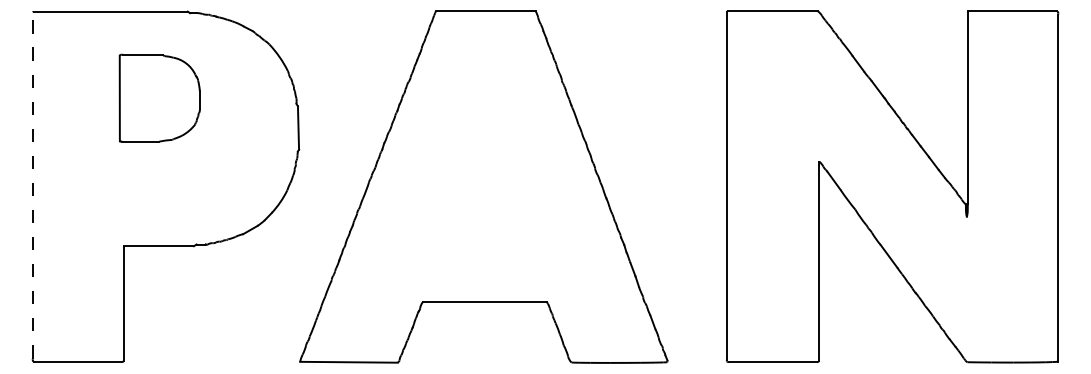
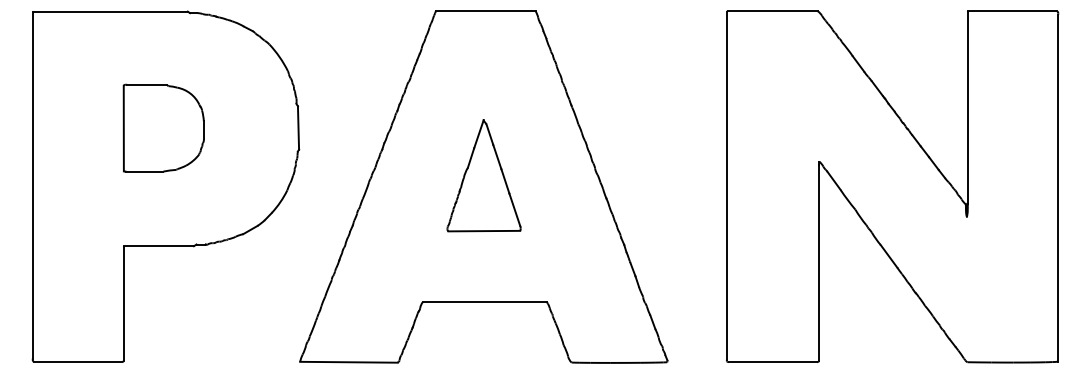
part at (159, 97) position: (159, 97) -> (163, 127)
part at (483, 175): none -> present
line at (32, 184): dashed -> solid
